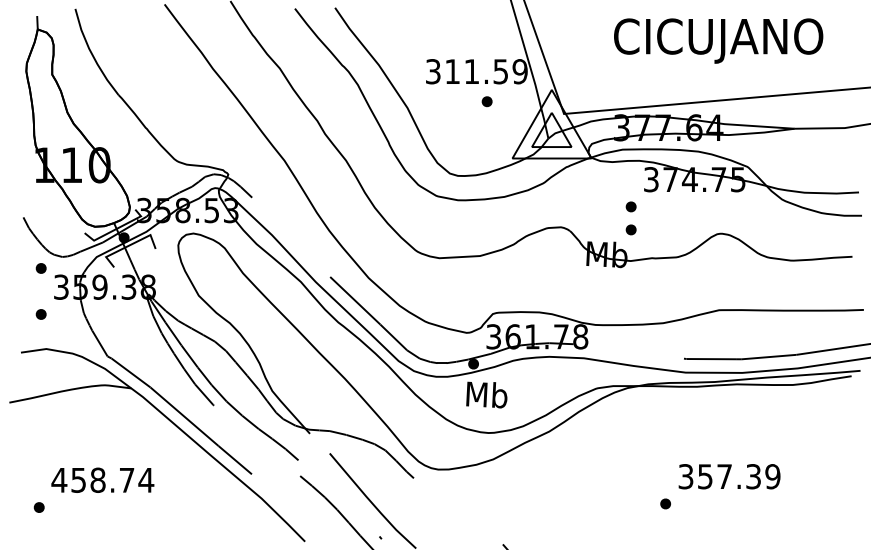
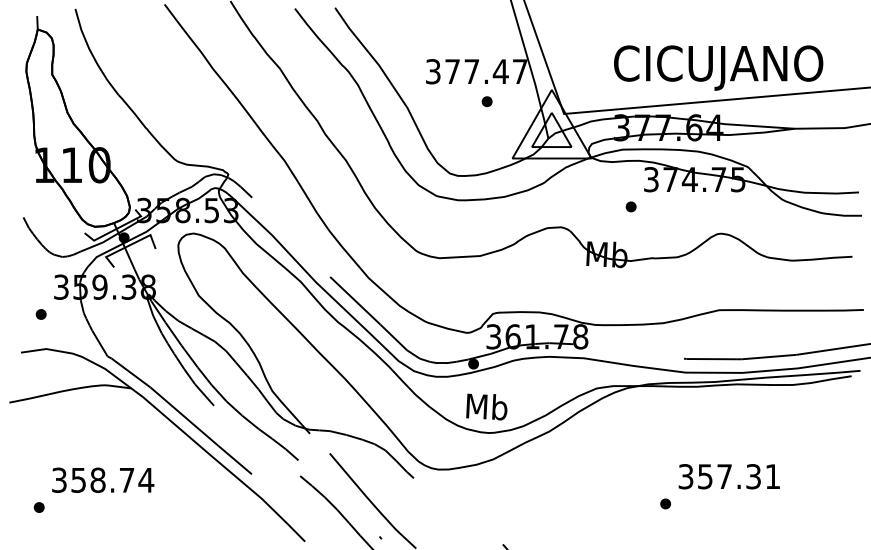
text at (718, 40) position: (718, 40) -> (718, 67)
text at (486, 71): 311.59 -> 377.47
part at (630, 229): present -> none
part at (40, 268): present -> none
text at (486, 394) position: (486, 394) -> (486, 406)
text at (772, 476): 357.39 -> 357.31
text at (59, 479): 458.74 -> 358.74
